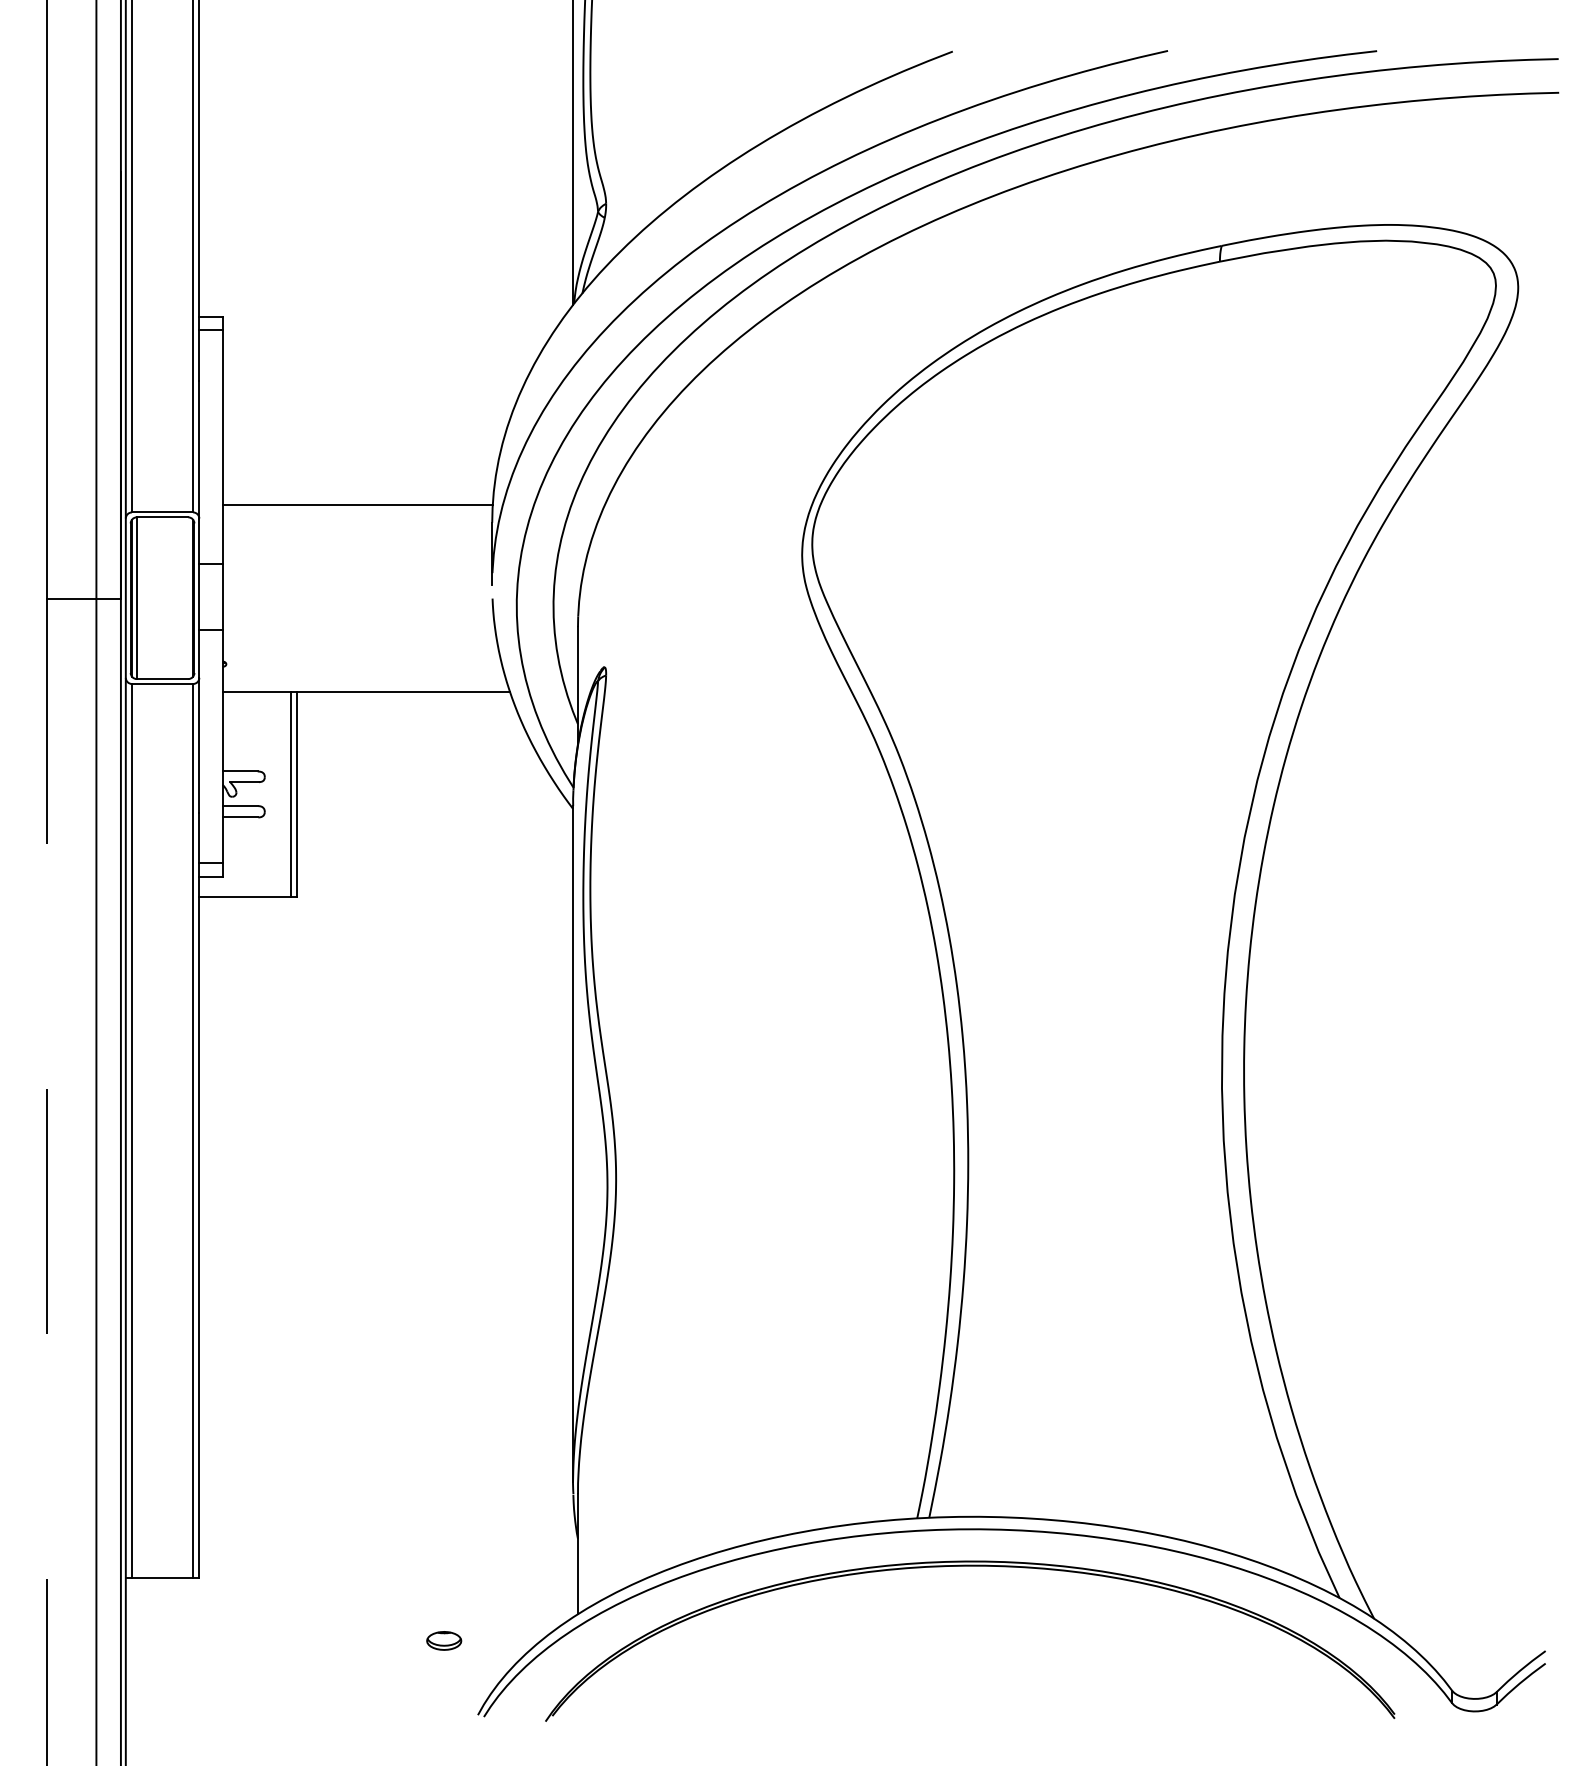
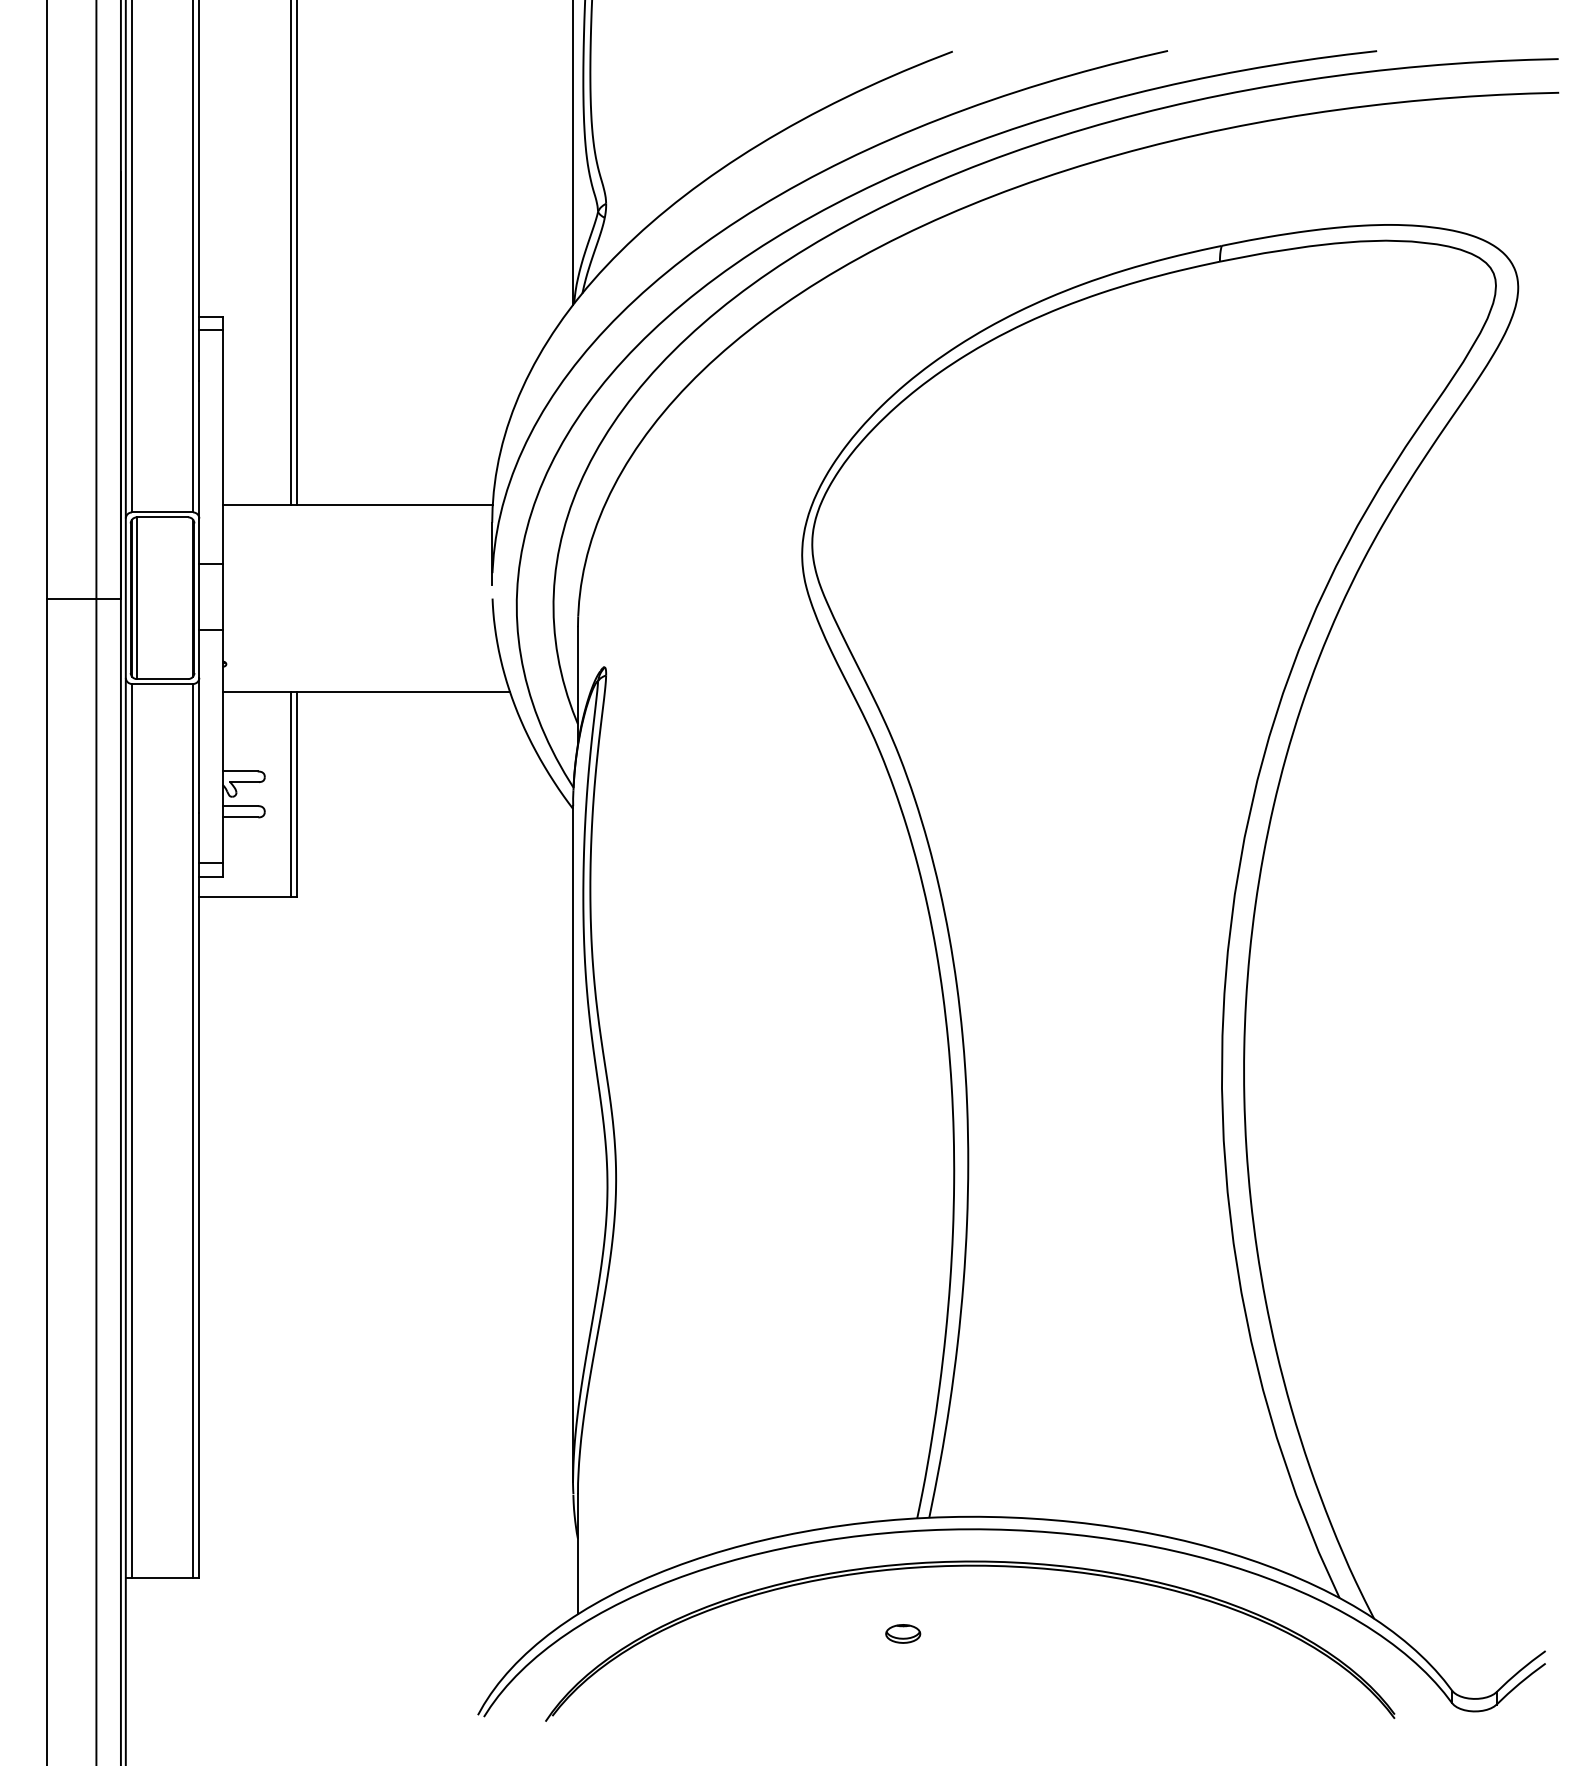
line at (291, 253): none -> present
line at (297, 253): none -> present
line at (47, 1182): dashed -> solid
part at (444, 1640) position: (444, 1640) -> (903, 1633)
